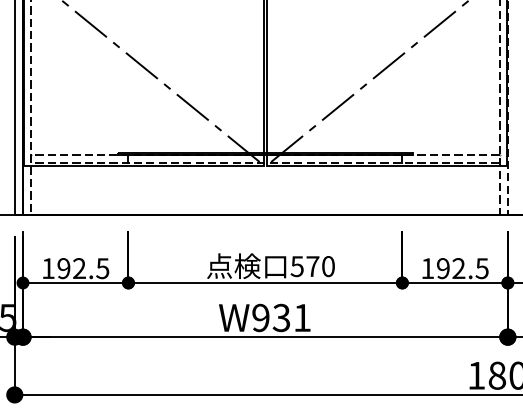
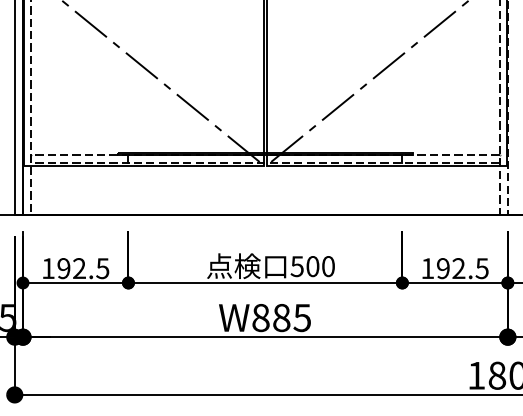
text at (312, 266): 570 -> 500
text at (281, 317): W931 -> W885
